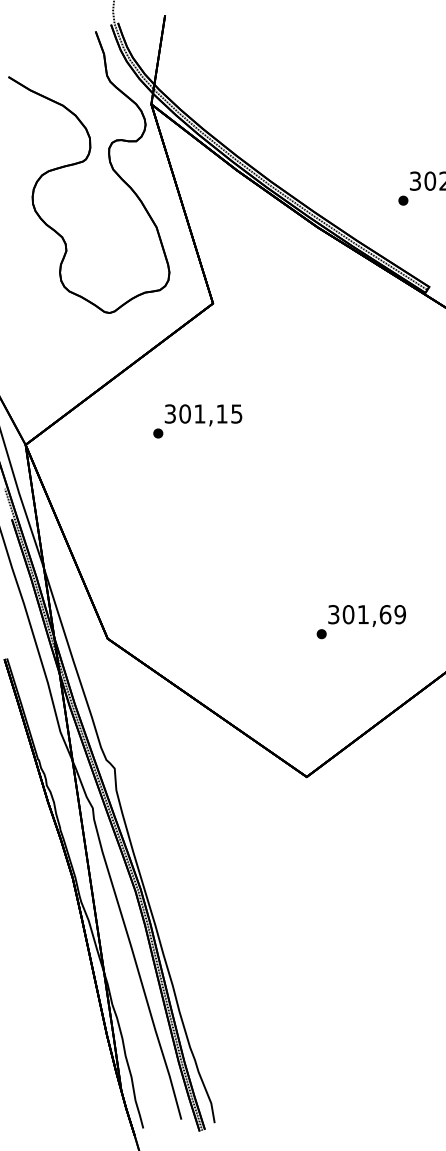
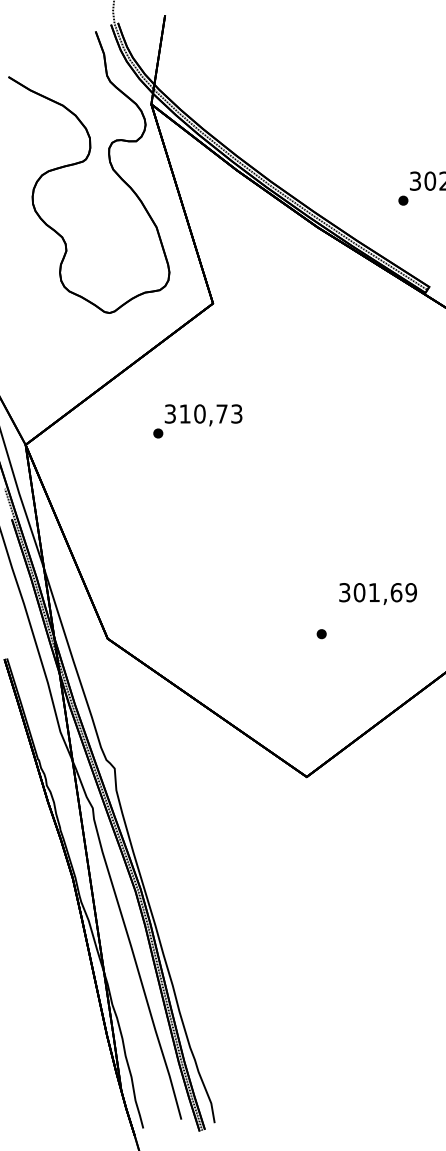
text at (210, 413): 301,15 -> 310,73
text at (366, 615) position: (366, 615) -> (377, 593)
